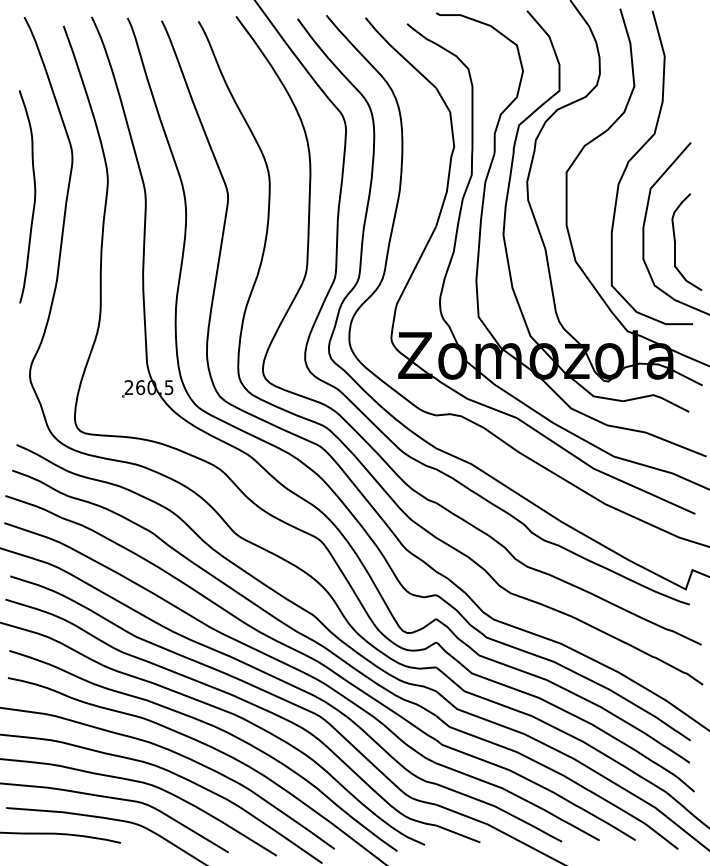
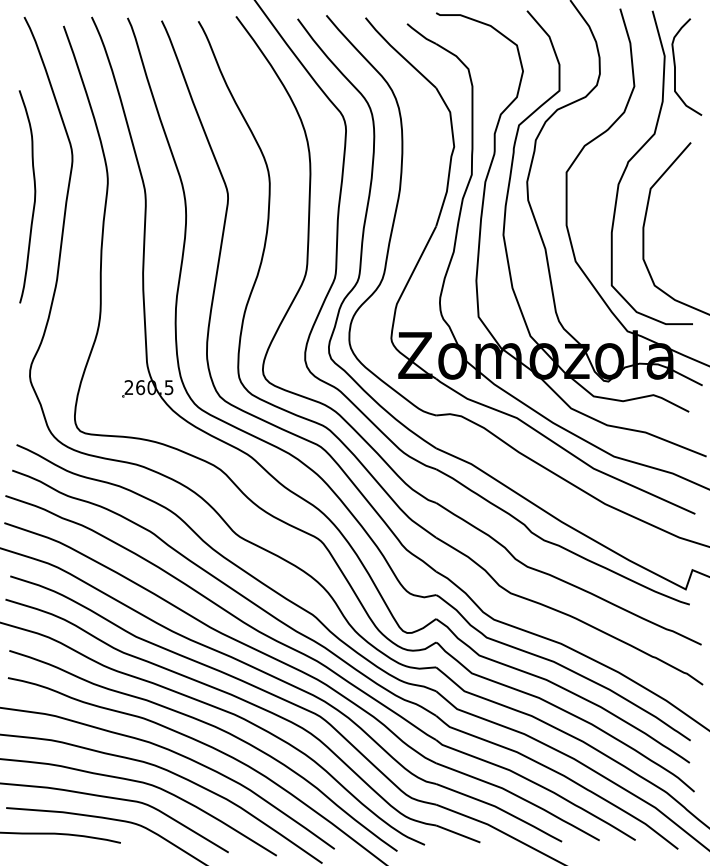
curve at (675, 241) position: (675, 241) -> (675, 66)
